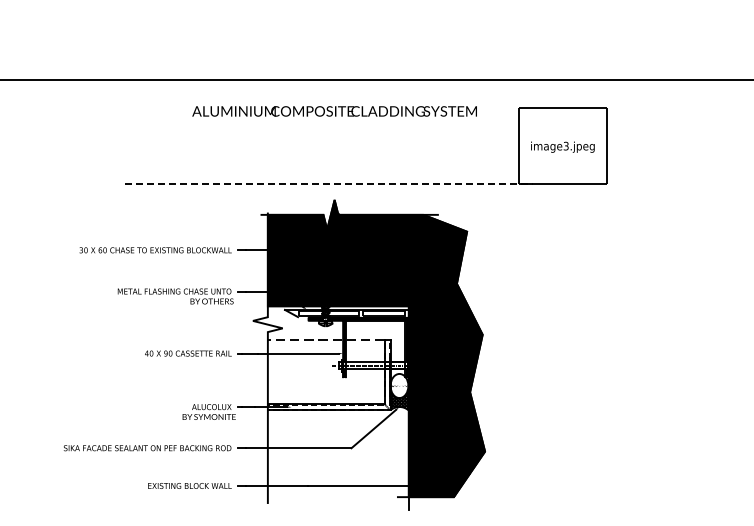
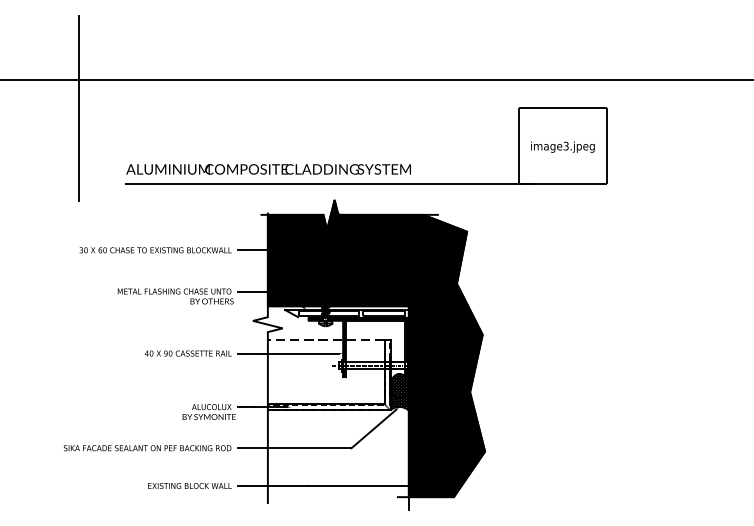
line at (79, 108): none -> present
text at (334, 111) position: (334, 111) -> (268, 169)
line at (329, 183): dashed -> solid
hatch at (399, 386): none -> present
